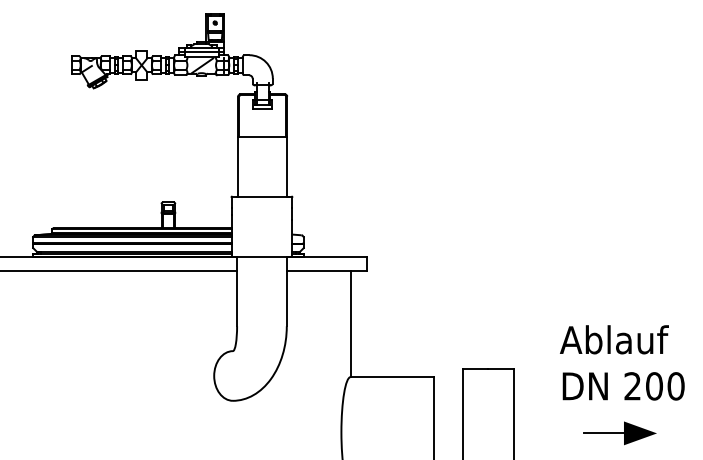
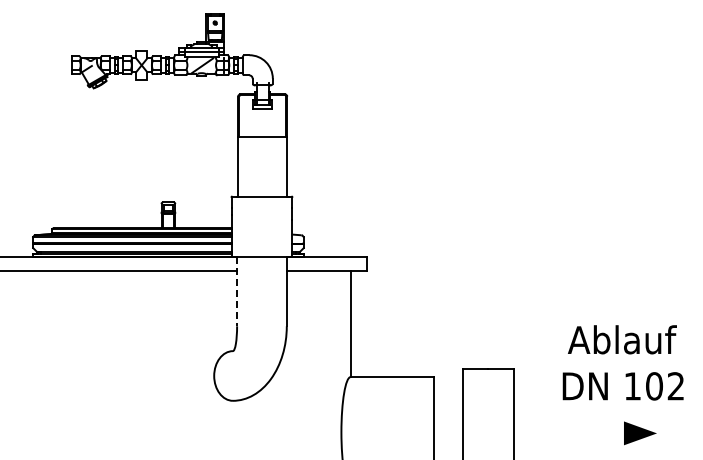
line at (237, 291): solid -> dashed
text at (614, 339) position: (614, 339) -> (622, 339)
text at (654, 386): 200 -> 102
line at (603, 433): present -> none
